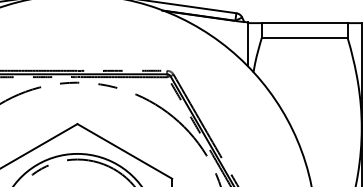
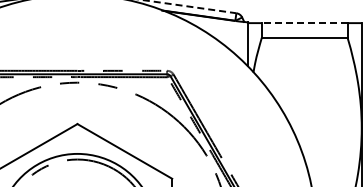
line at (190, 6): solid -> dashed
line at (304, 23): solid -> dashed
